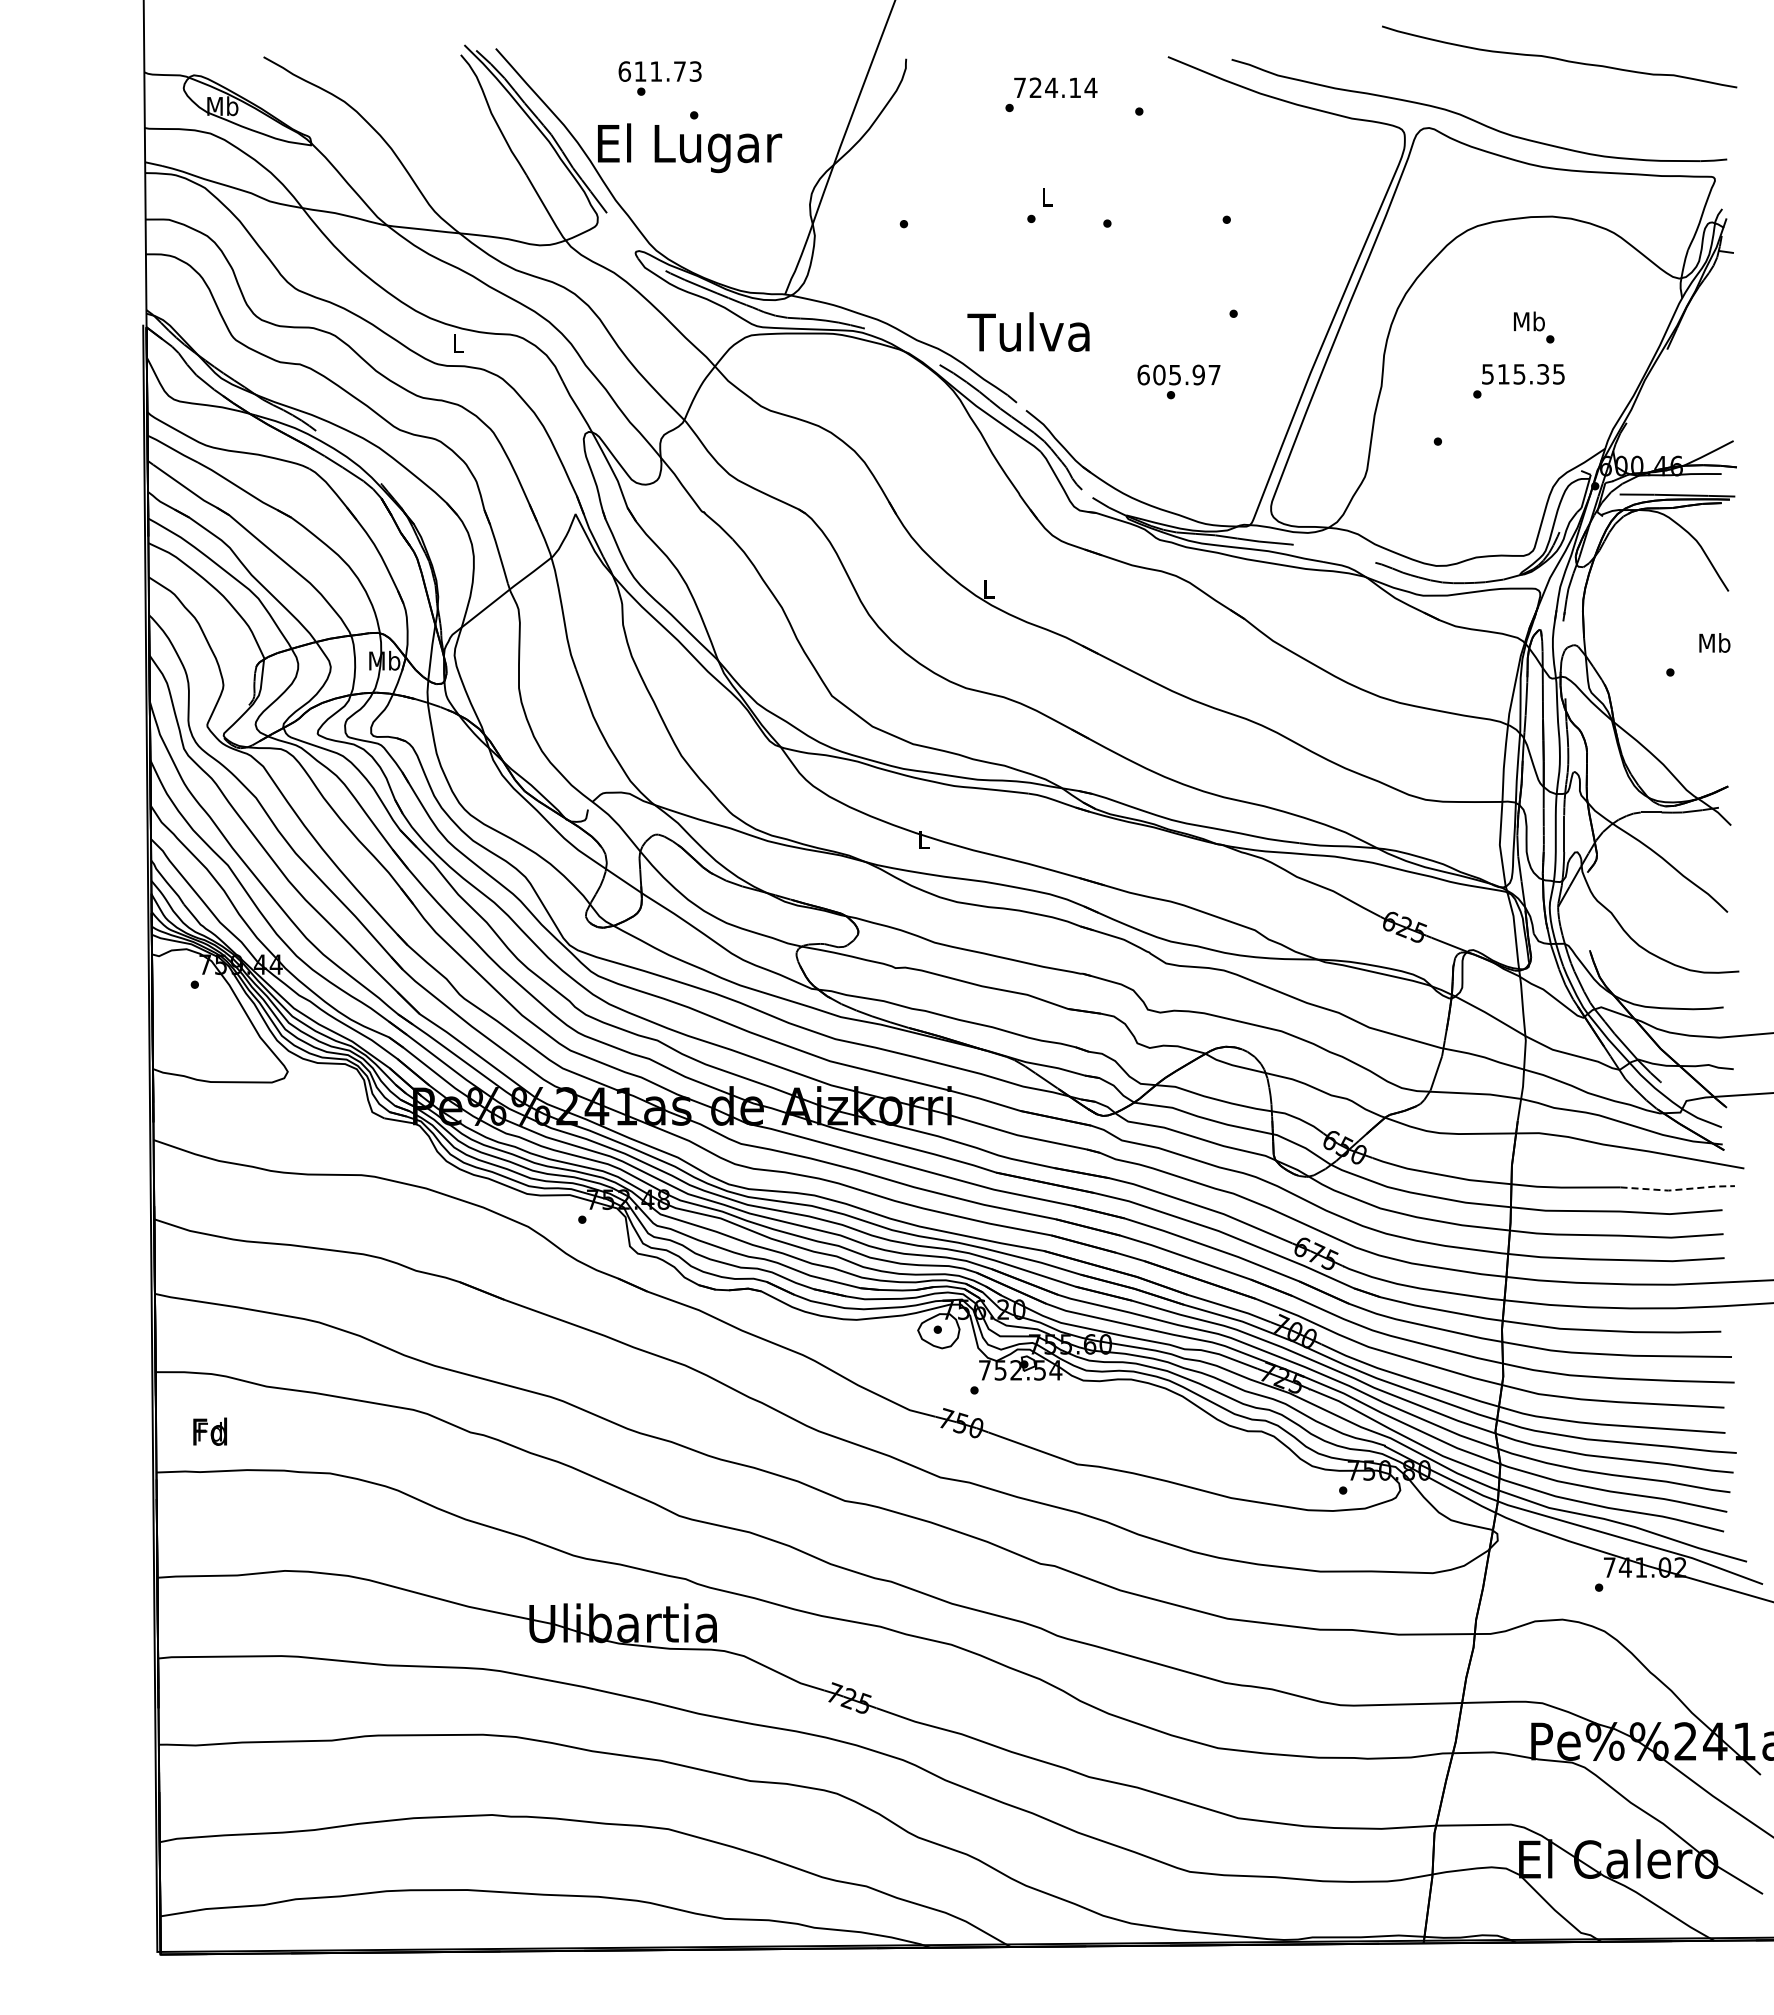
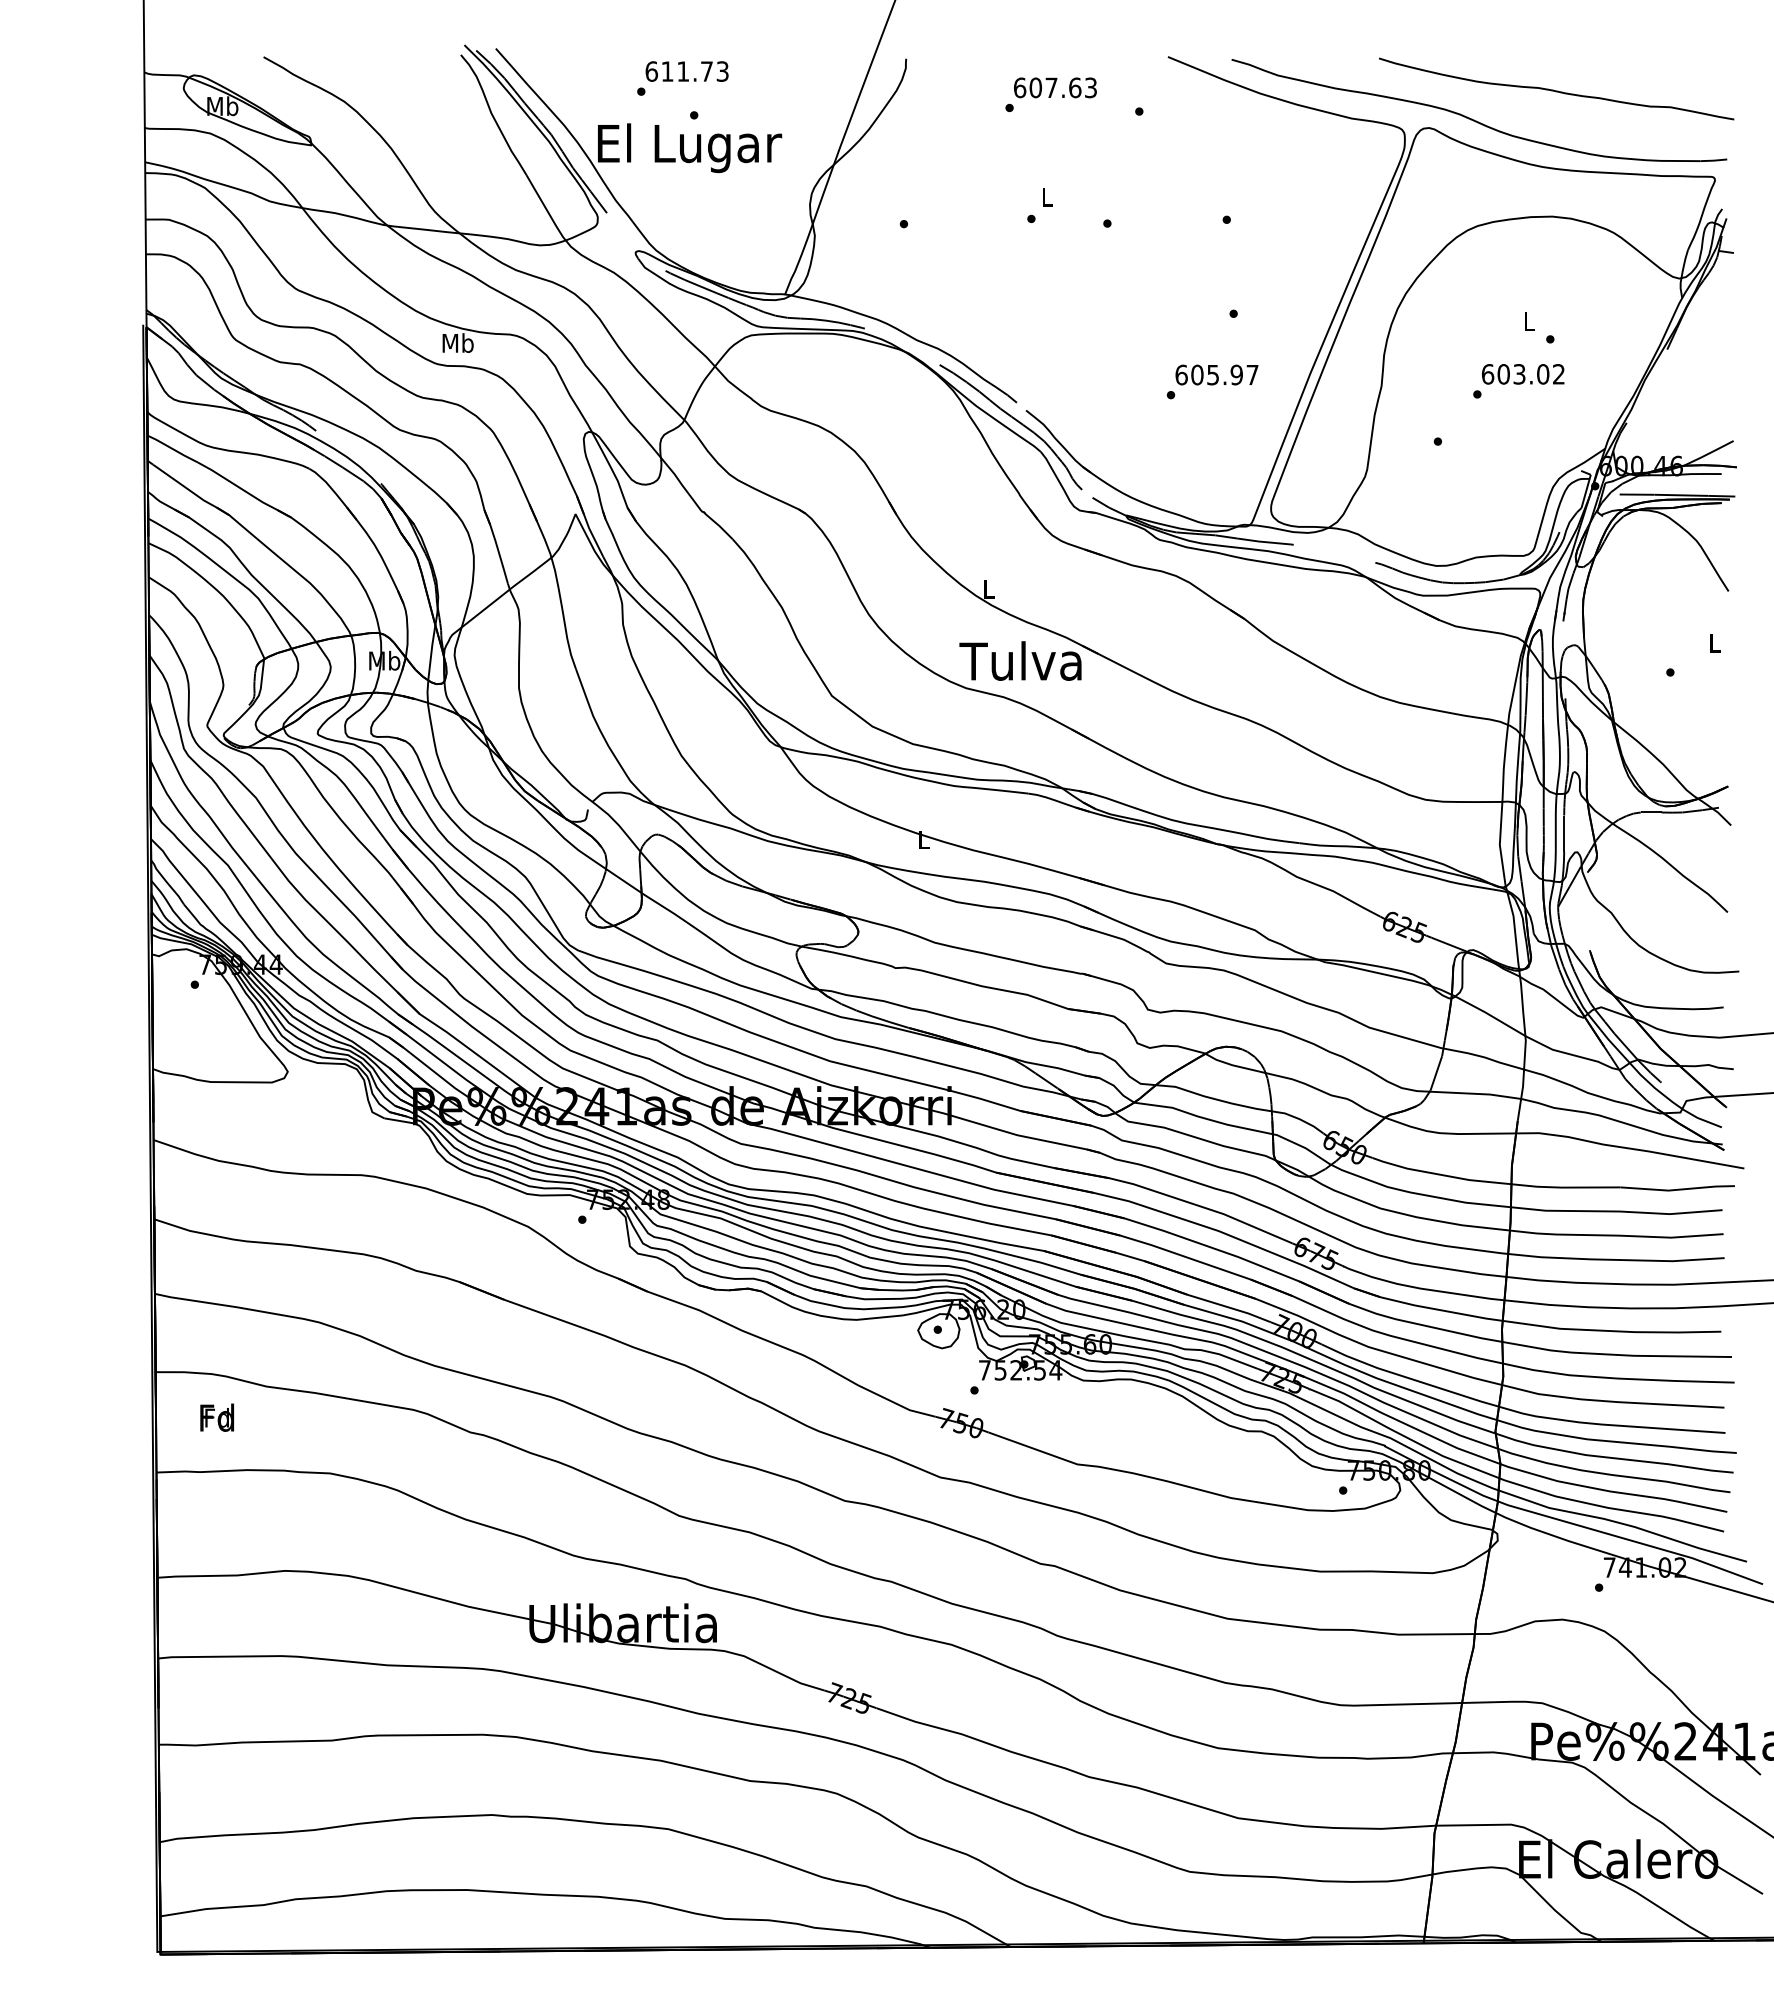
curve at (1559, 58) position: (1559, 58) -> (1556, 90)
text at (659, 71) position: (659, 71) -> (686, 71)
text at (1055, 87): 724.14 -> 607.63
text at (1528, 321): Mb -> L
text at (1028, 331) position: (1028, 331) -> (1020, 660)
text at (457, 342): L -> Mb
text at (1178, 374) position: (1178, 374) -> (1216, 374)
text at (1522, 374): 515.35 -> 603.02
text at (1714, 642): Mb -> L
line at (1678, 1189): dashed -> solid
text at (209, 1431) position: (209, 1431) -> (216, 1417)
